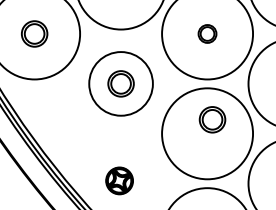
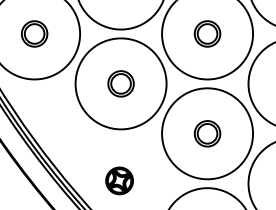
part at (207, 33) size: 21x20 px -> 29x28 px
circle at (120, 83) diameter: 64 px -> 91 px
part at (212, 119) position: (212, 119) -> (207, 133)
